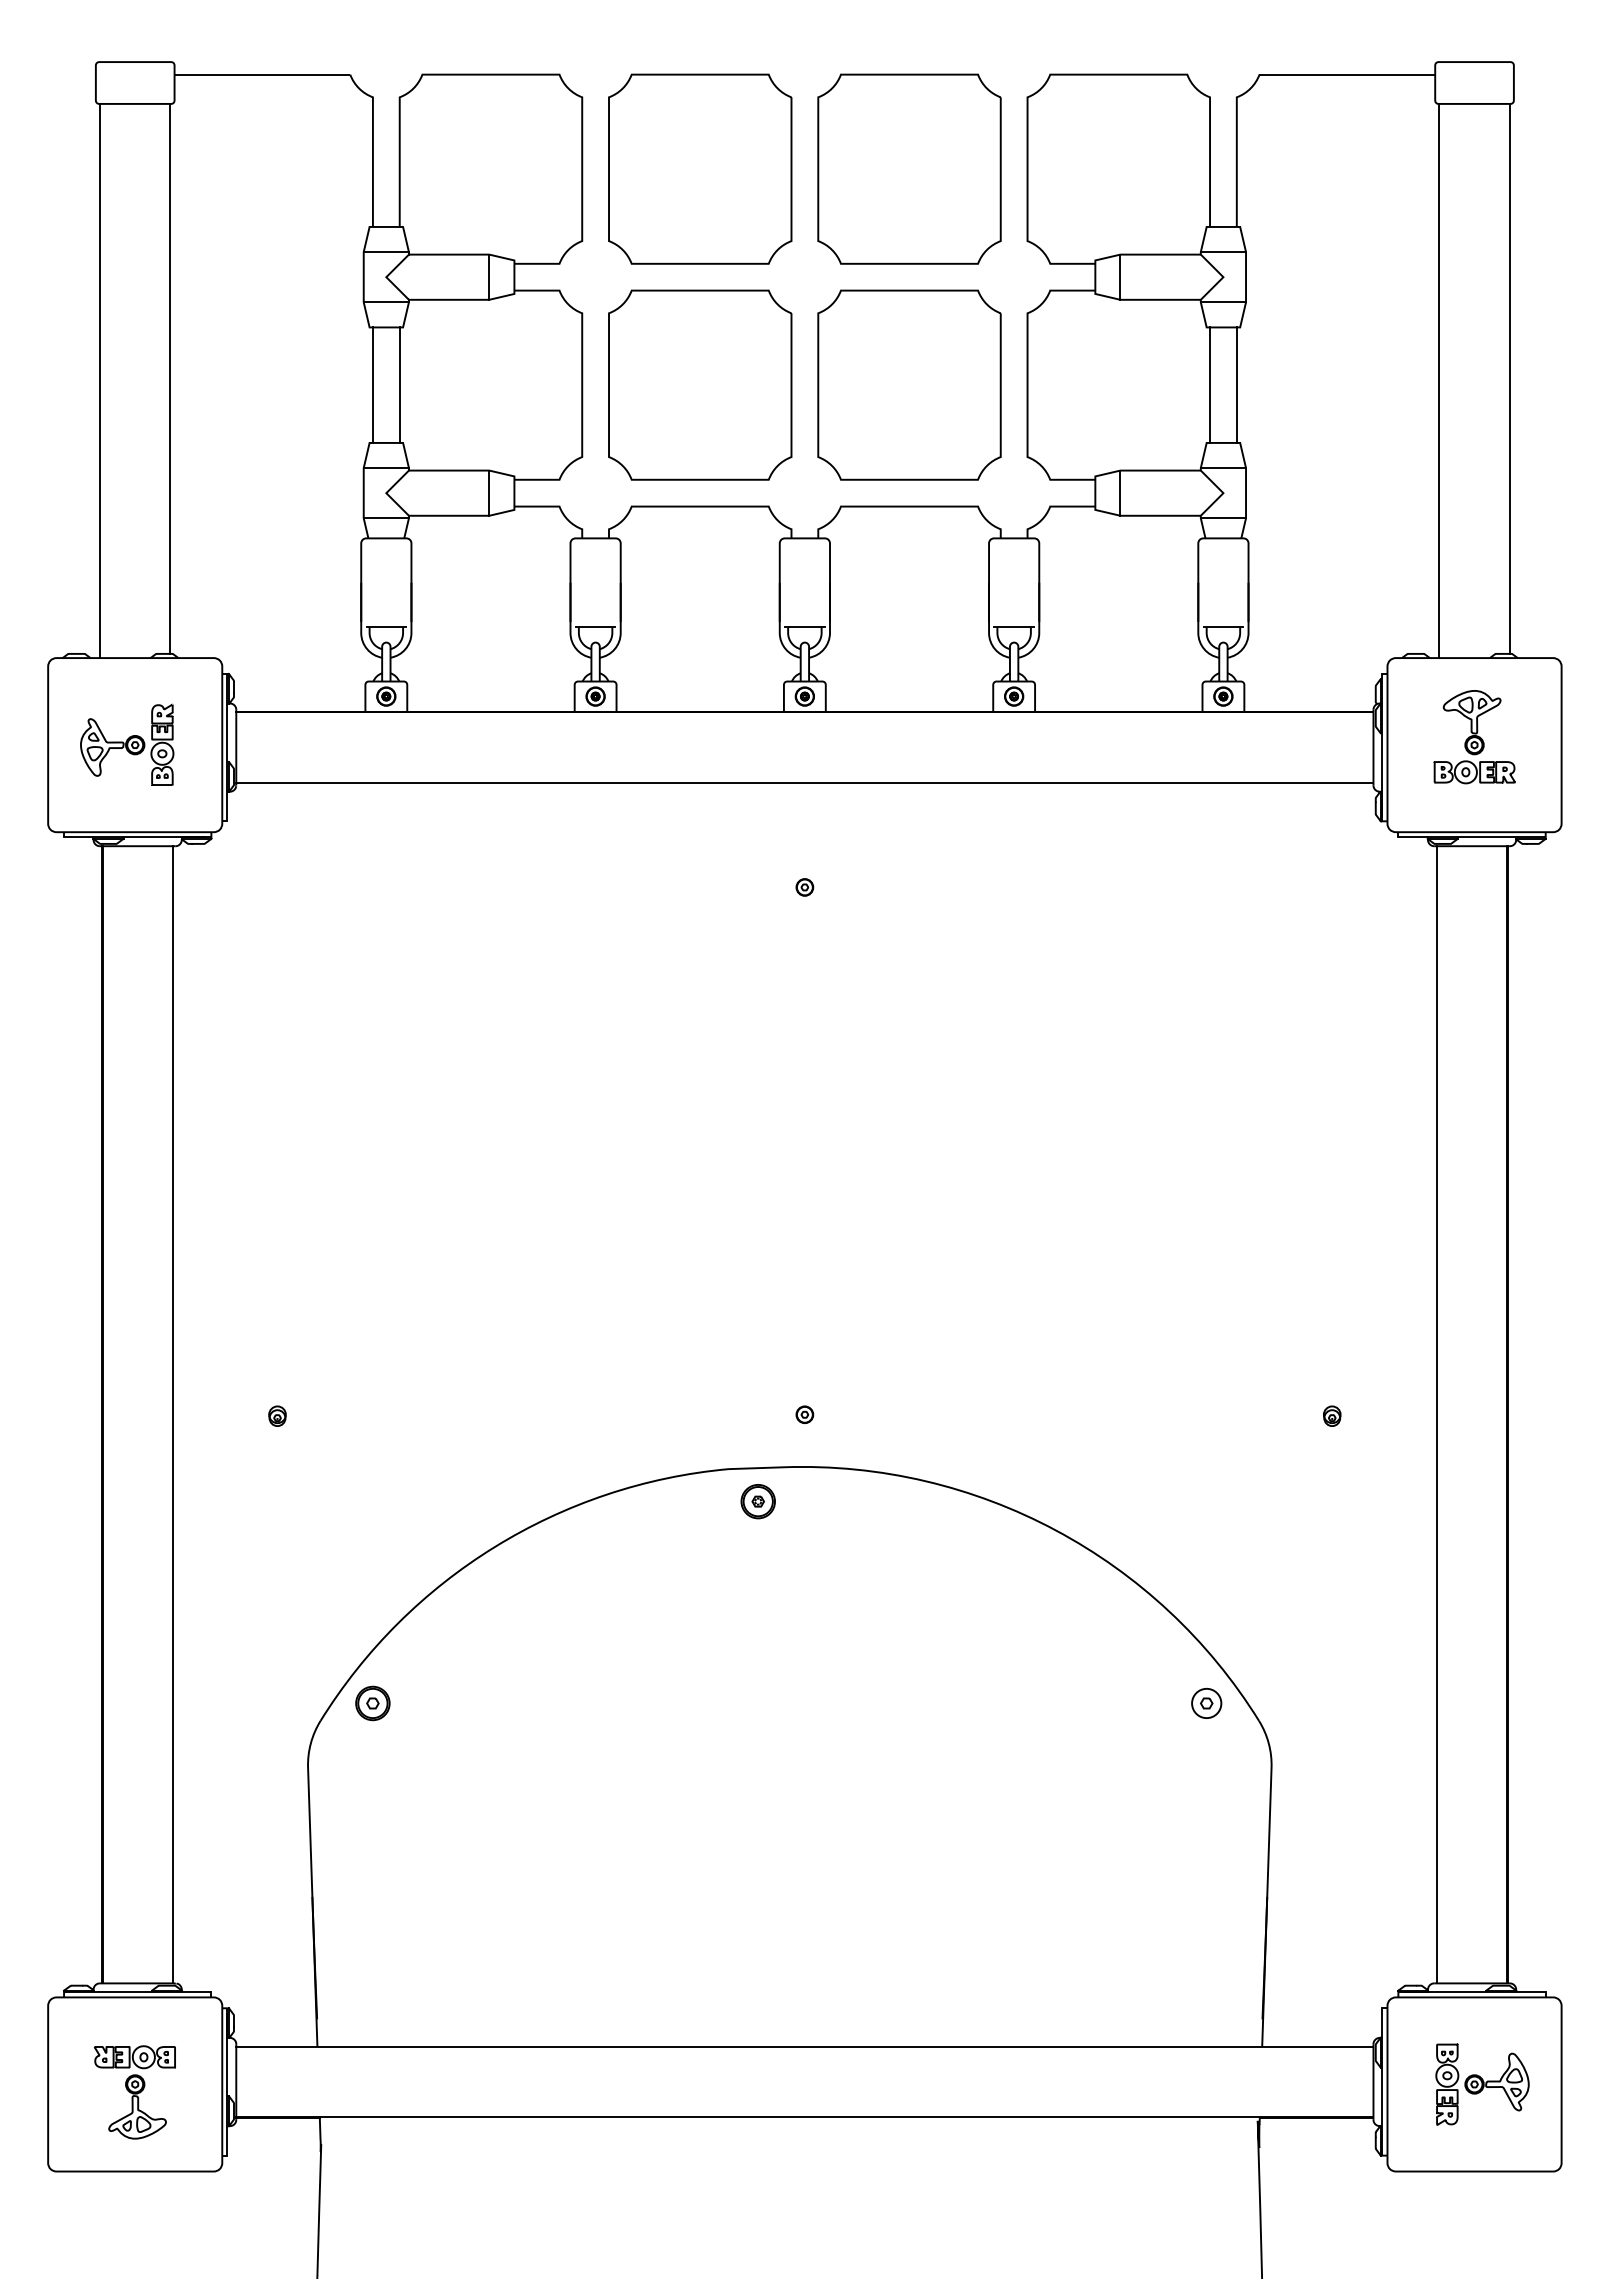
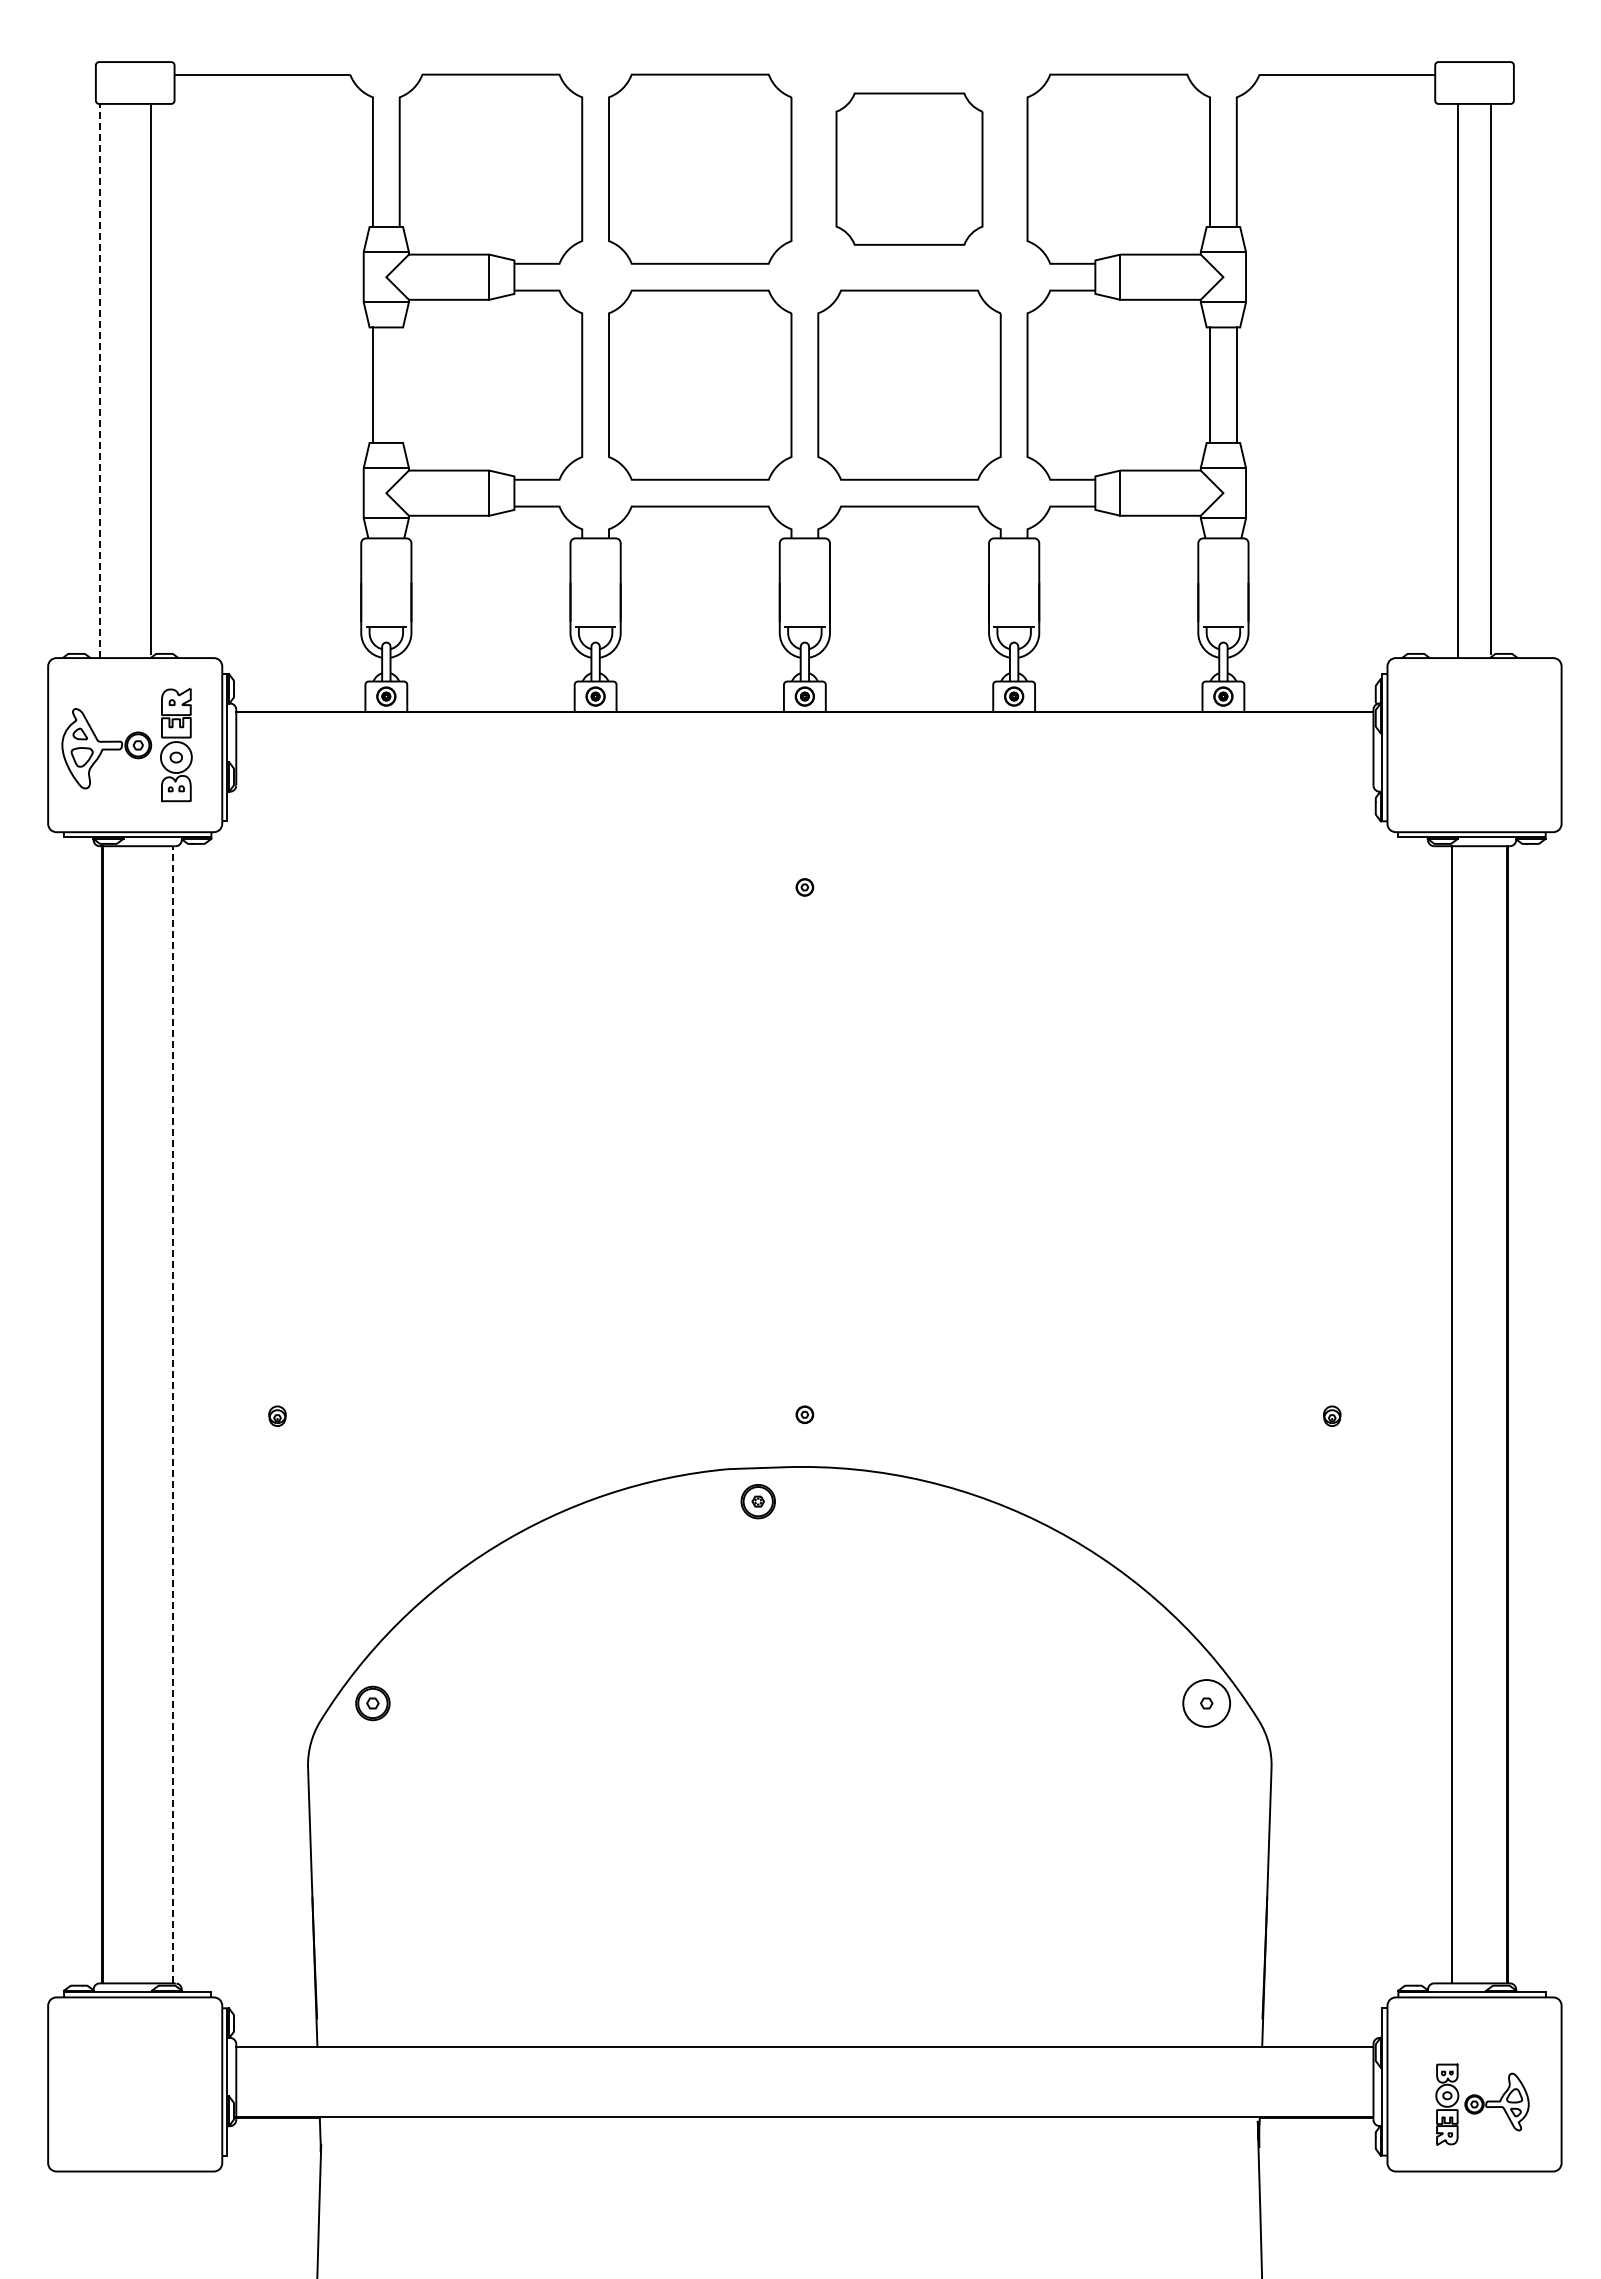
part at (909, 168) size: 185x192 px -> 149x154 px
line at (170, 378) position: (170, 378) -> (151, 378)
line at (1509, 378) position: (1509, 378) -> (1490, 378)
line at (100, 380): solid -> dashed
line at (1439, 380) position: (1439, 380) -> (1458, 380)
line at (399, 384): present -> none
part at (1474, 737): present -> none
part at (127, 744) size: 95x83 px -> 132x116 px
line at (804, 782): present -> none
line at (172, 1414): solid -> dashed
line at (1436, 1414) position: (1436, 1414) -> (1451, 1414)
circle at (1206, 1703) diameter: 29 px -> 47 px
part at (1482, 2084) position: (1482, 2084) -> (1482, 2104)
part at (134, 2092): present -> none
